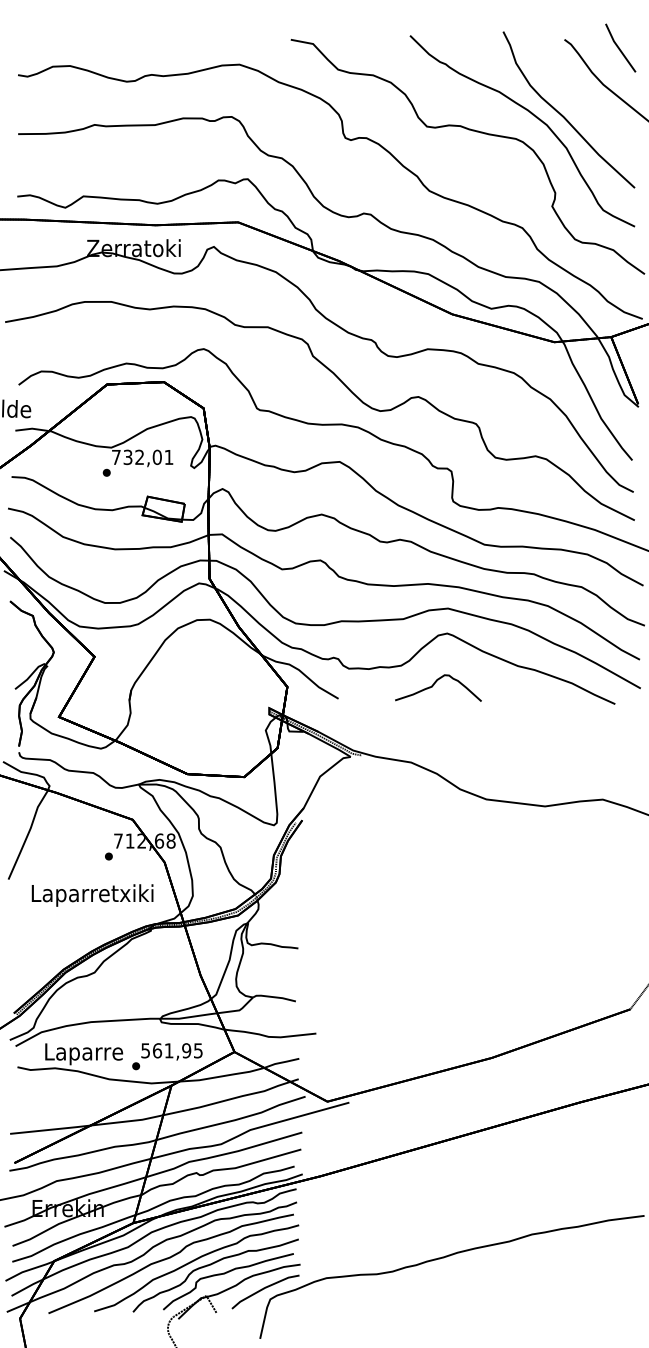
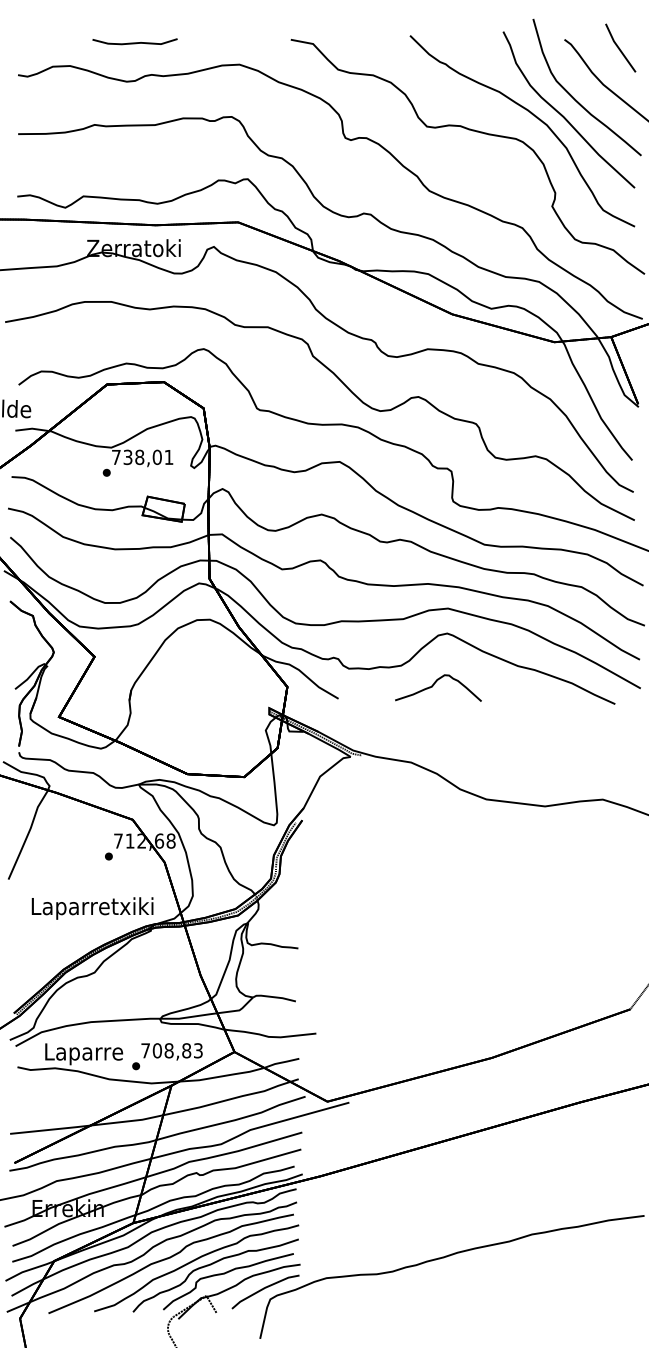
curve at (134, 42): none -> present
part at (575, 98): none -> present
text at (139, 457): 732,01 -> 738,01
text at (92, 895) position: (92, 895) -> (92, 908)
text at (171, 1050): 561,95 -> 708,83
